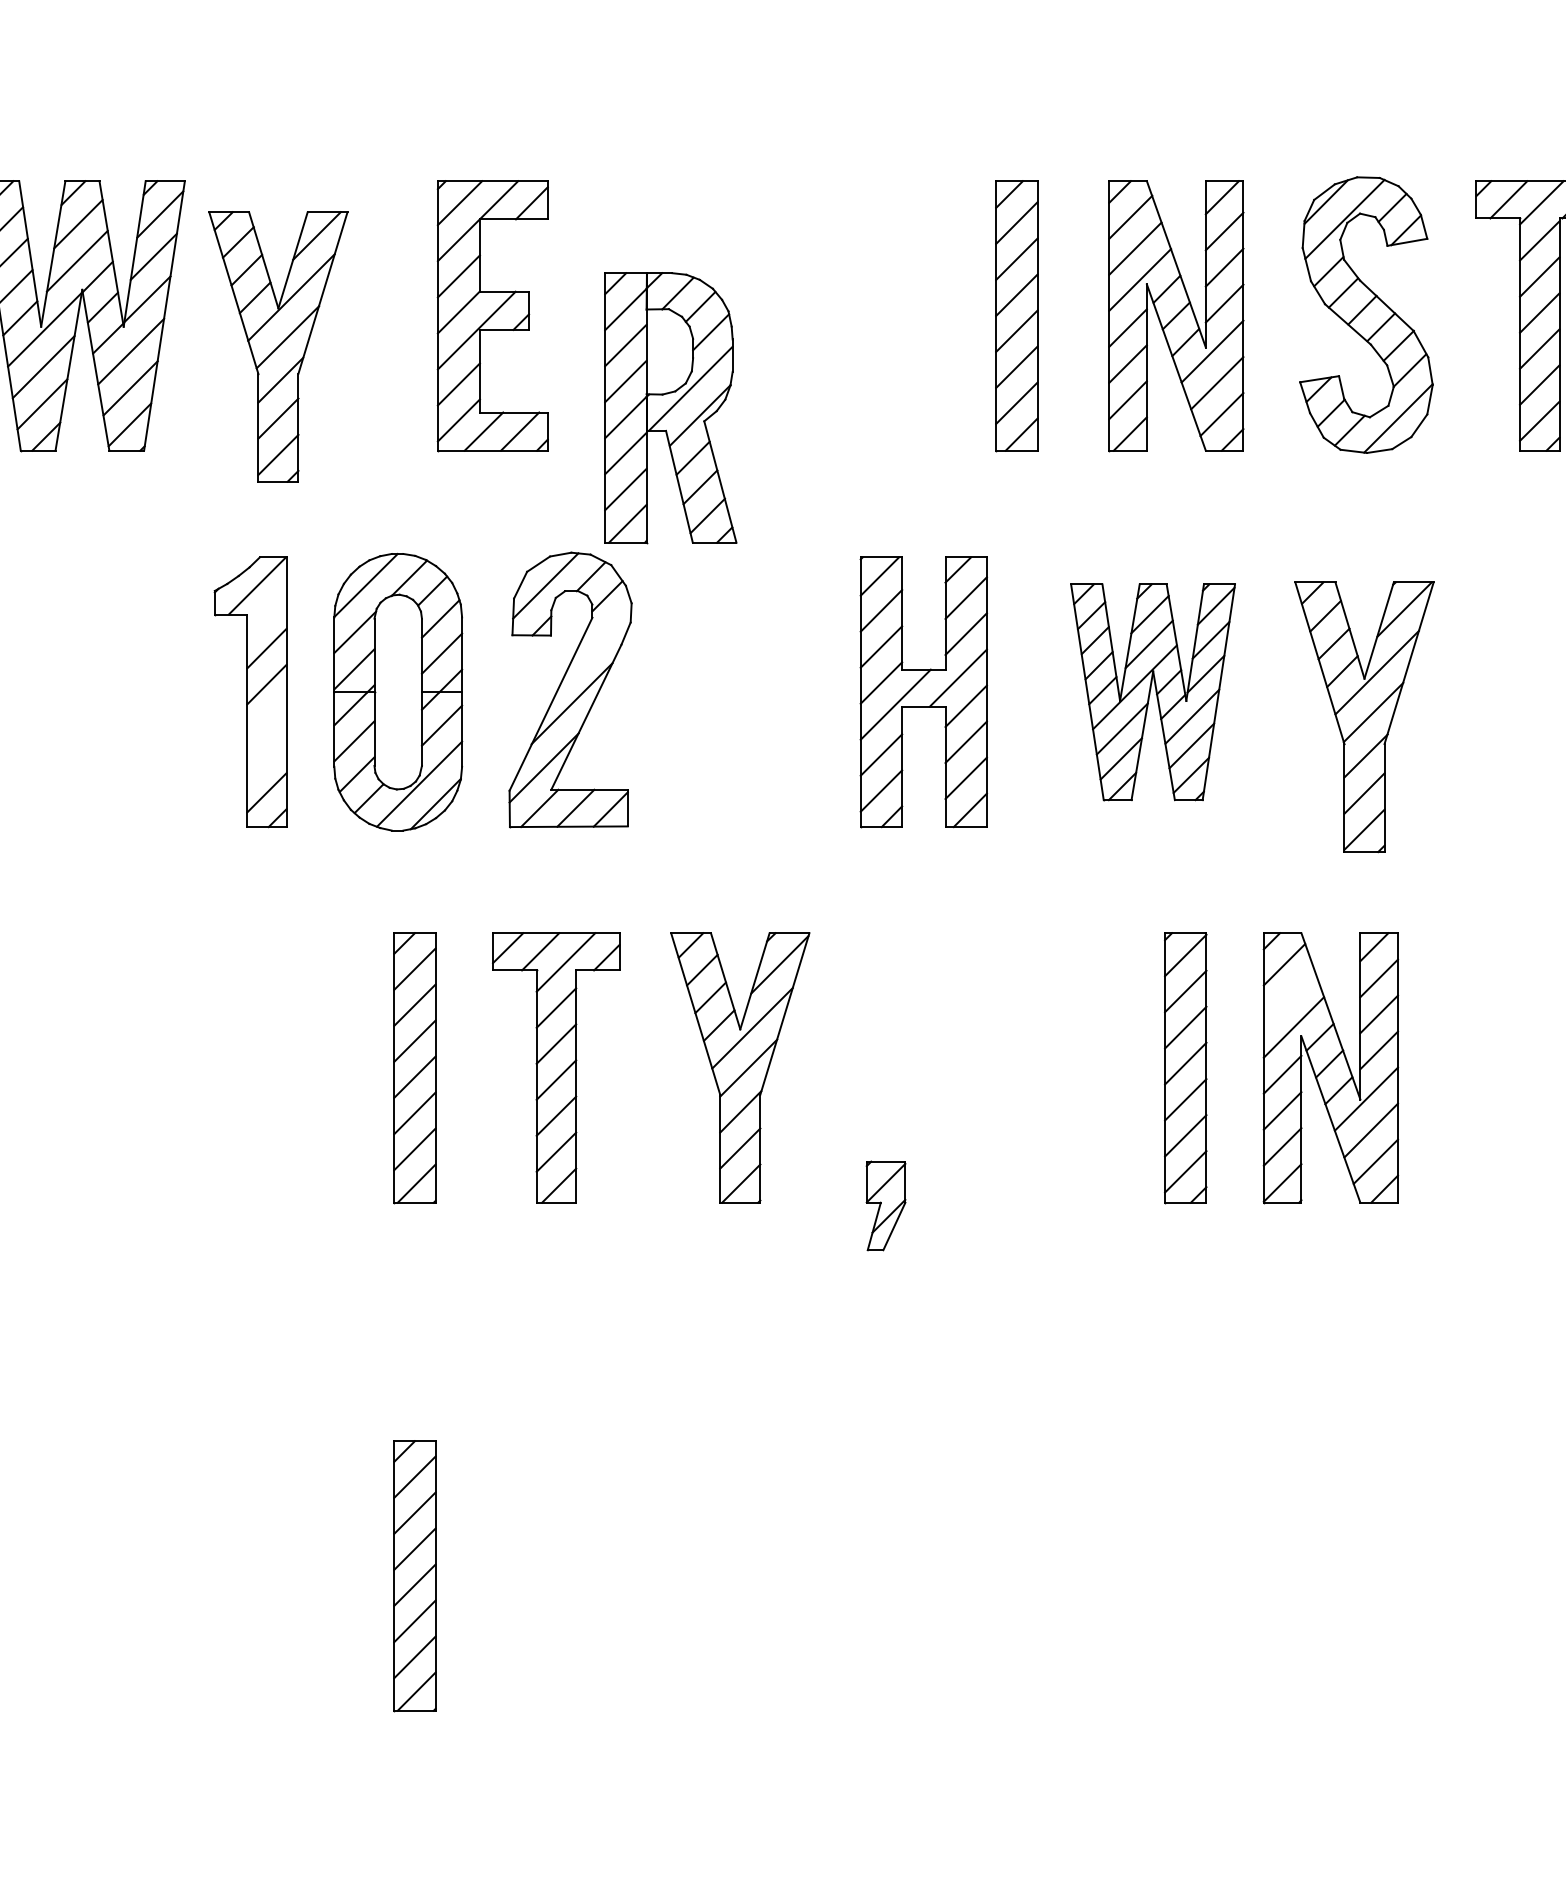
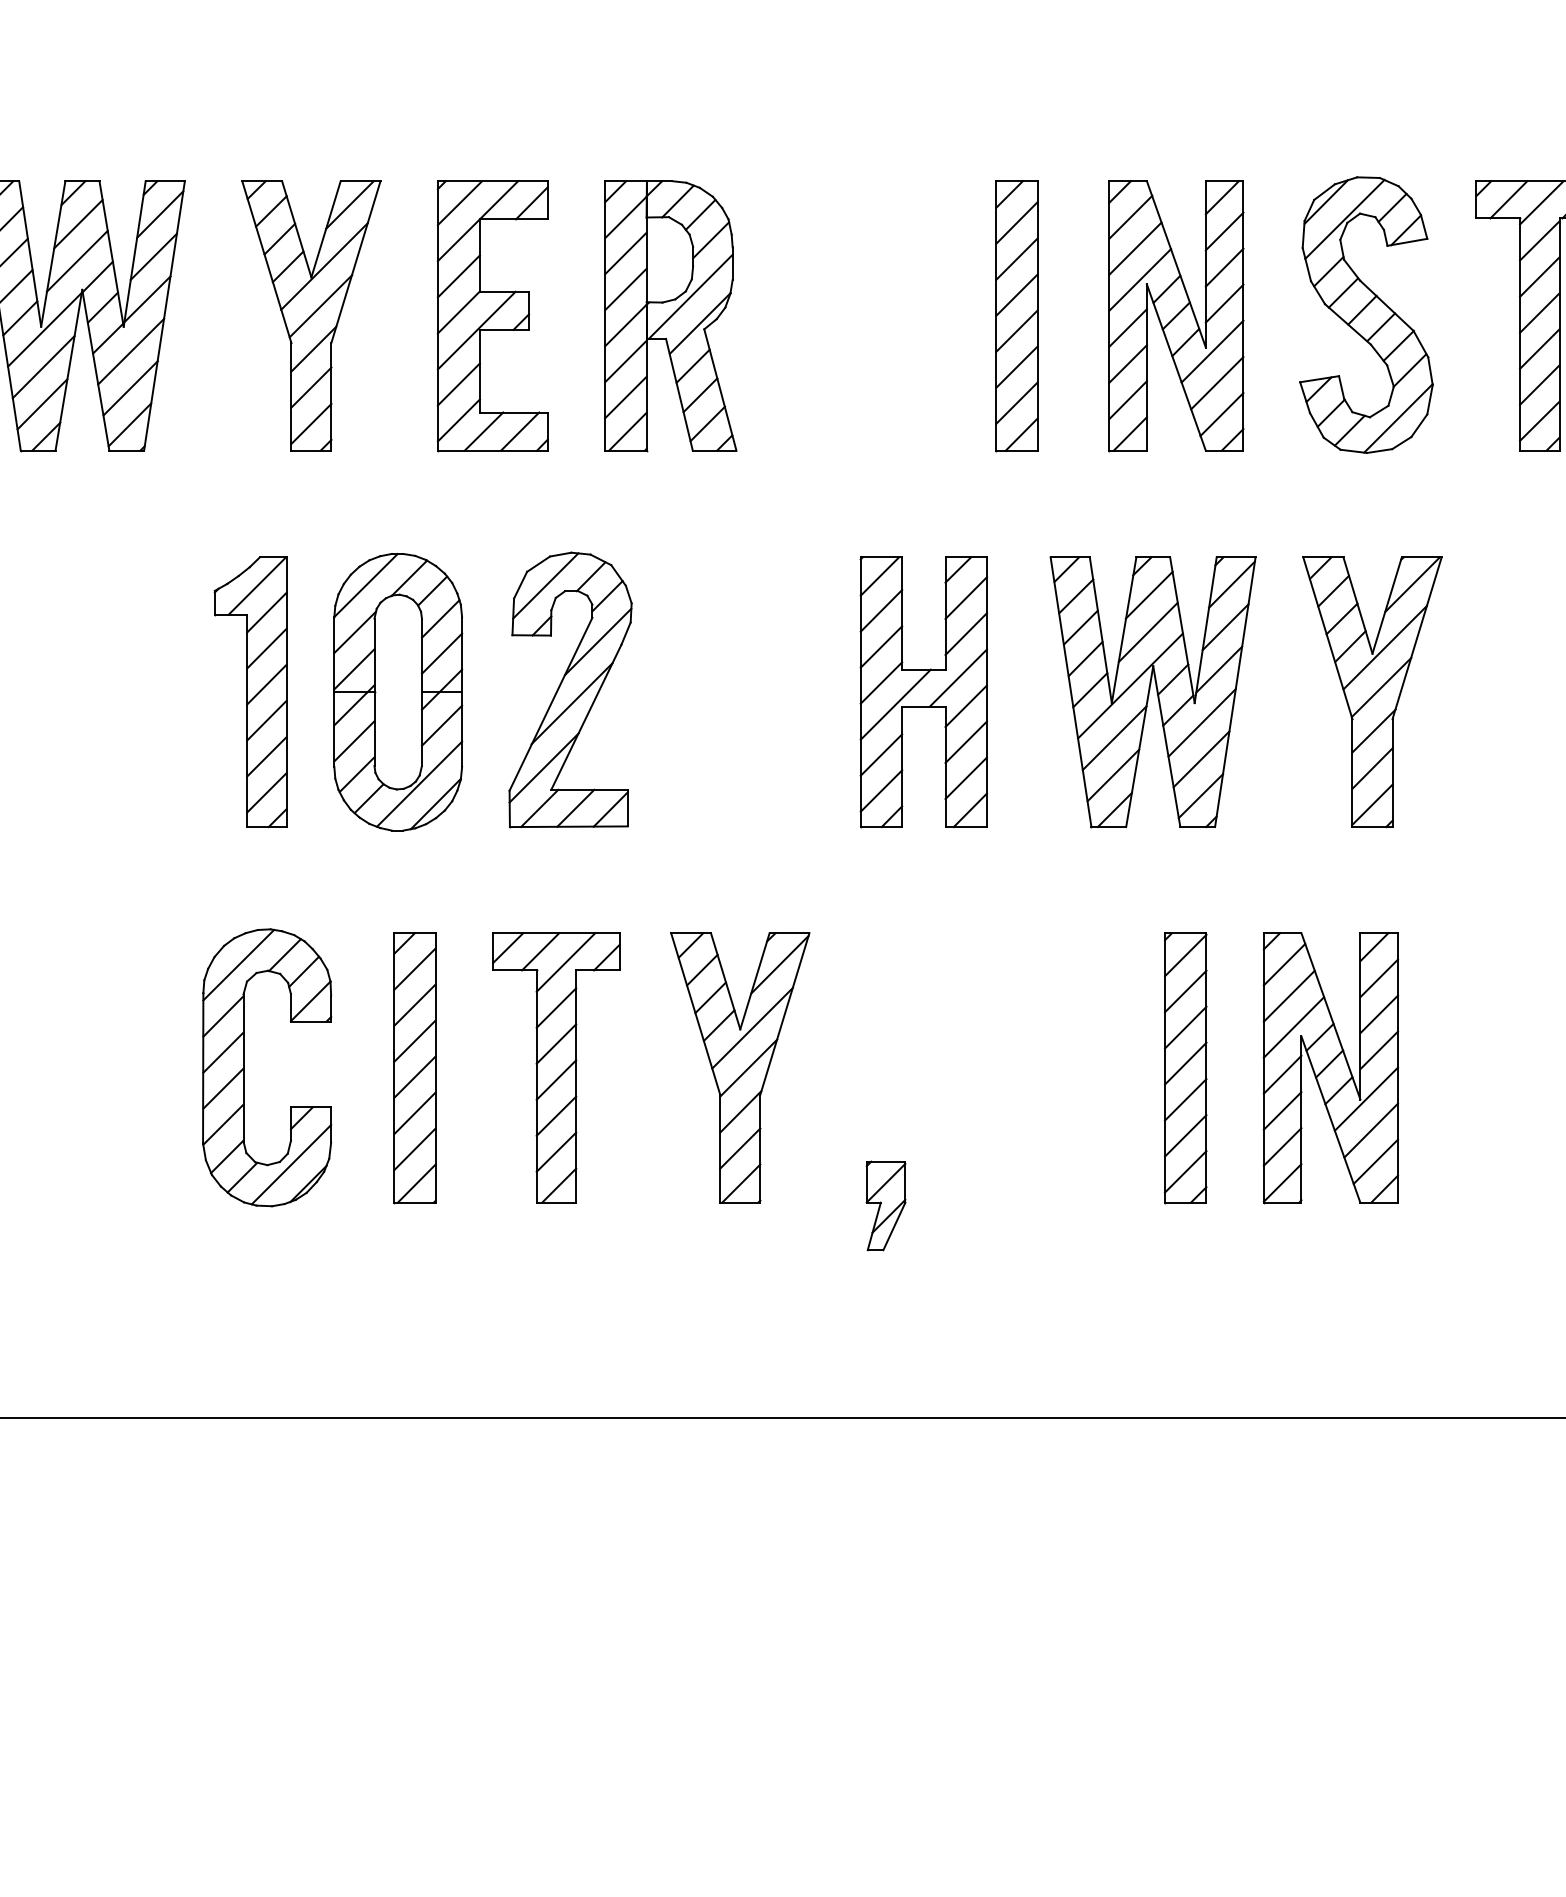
part at (278, 346) position: (278, 346) -> (311, 315)
part at (670, 408) position: (670, 408) -> (670, 316)
line at (266, 612): none -> present
line at (598, 641): none -> present
part at (1152, 692) size: 166x219 px -> 208x273 px
part at (1364, 717) position: (1364, 717) -> (1372, 692)
line at (266, 720): none -> present
line at (266, 756): none -> present
line at (1288, 995): none -> present
part at (244, 1067): none -> present
line at (782, 1417): none -> present
part at (414, 1576): present -> none
